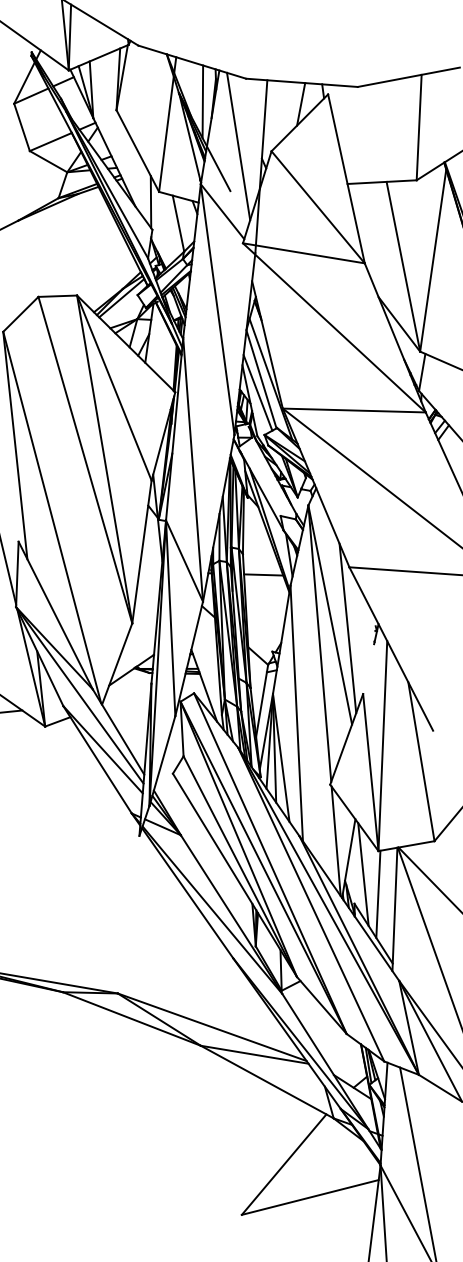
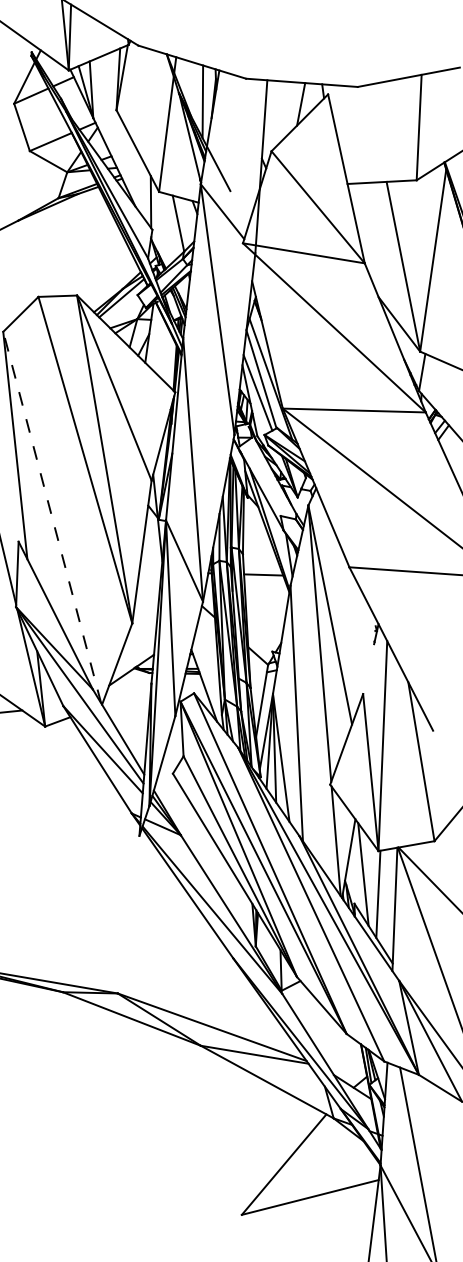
line at (238, 146): present -> none
line at (52, 517): solid -> dashed
line at (347, 628): present -> none
